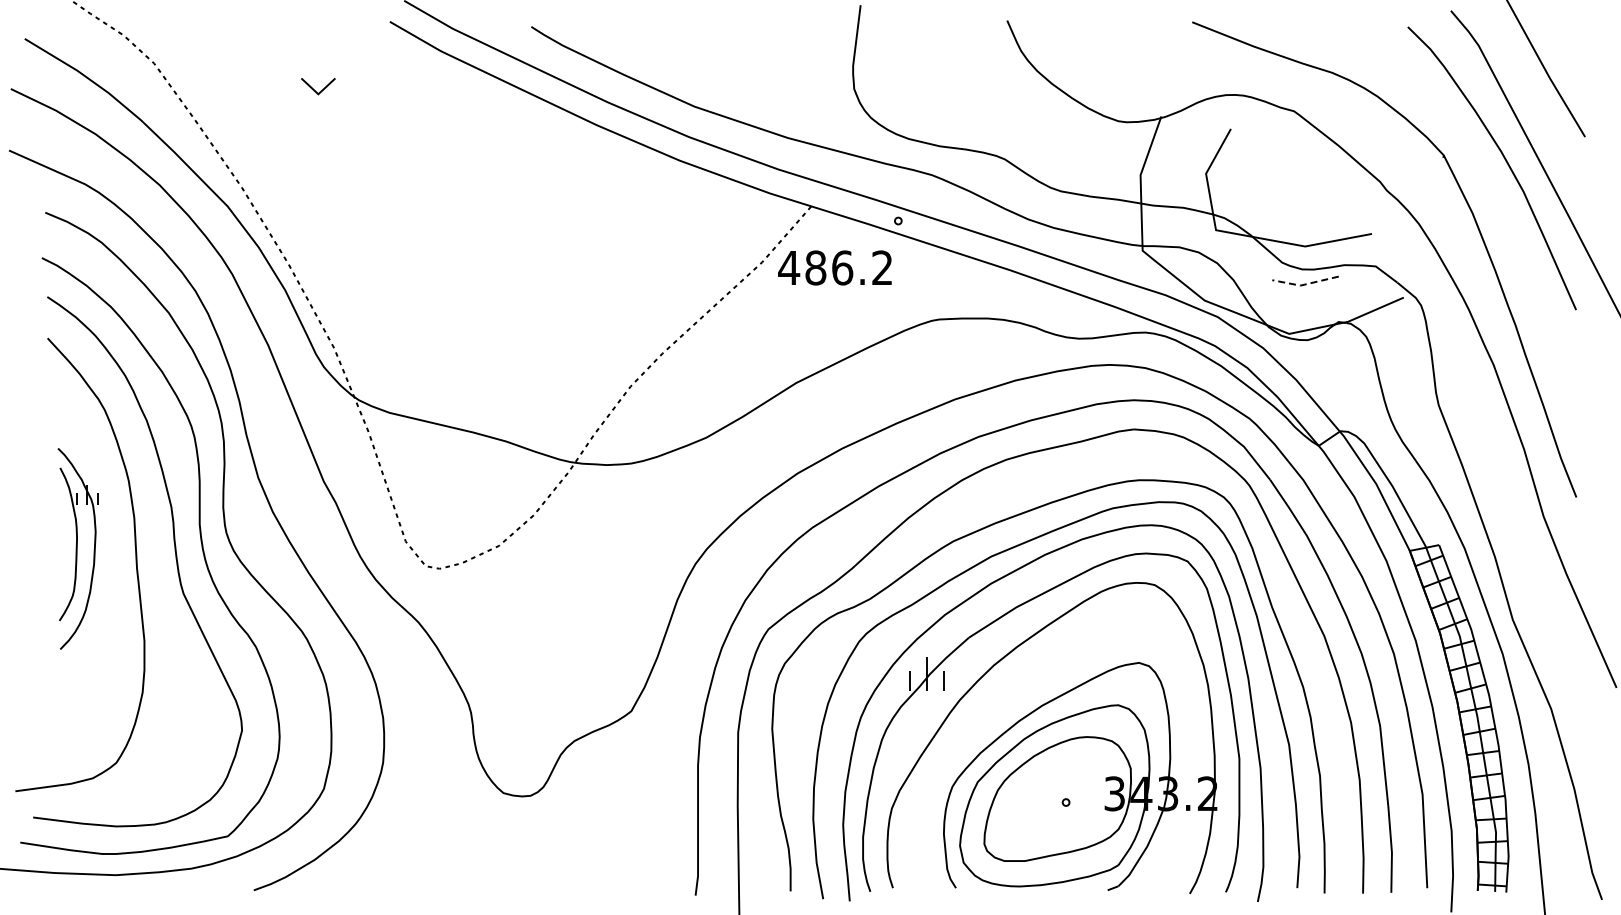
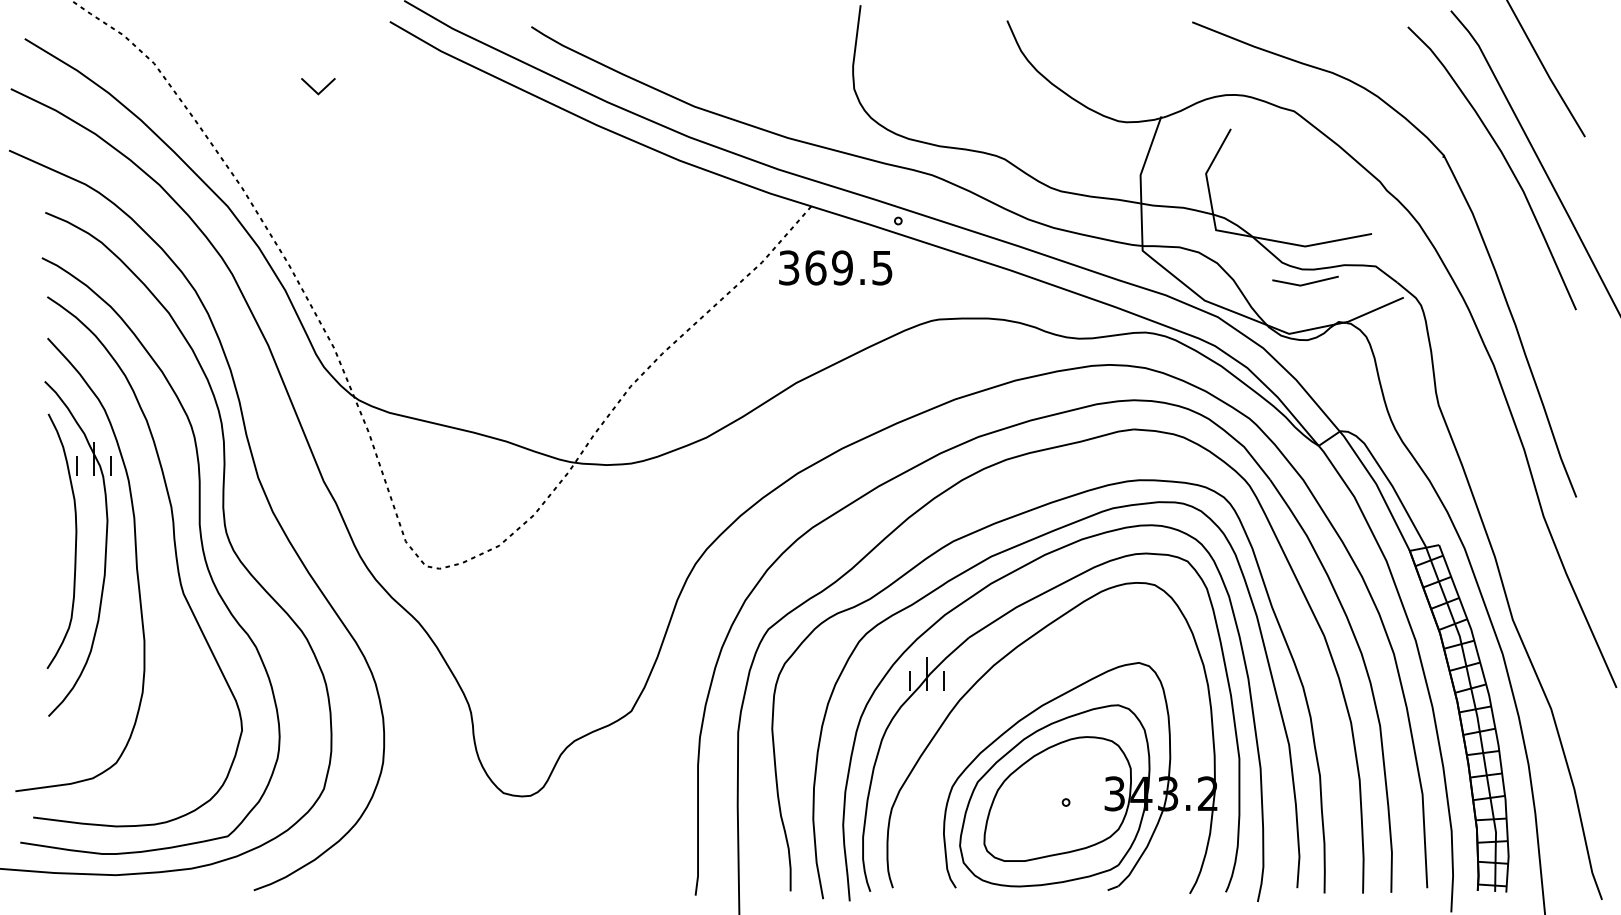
text at (835, 267): 486.2 -> 369.5
line at (1305, 284): dashed -> solid
part at (77, 548) size: 42x202 px -> 68x336 px
